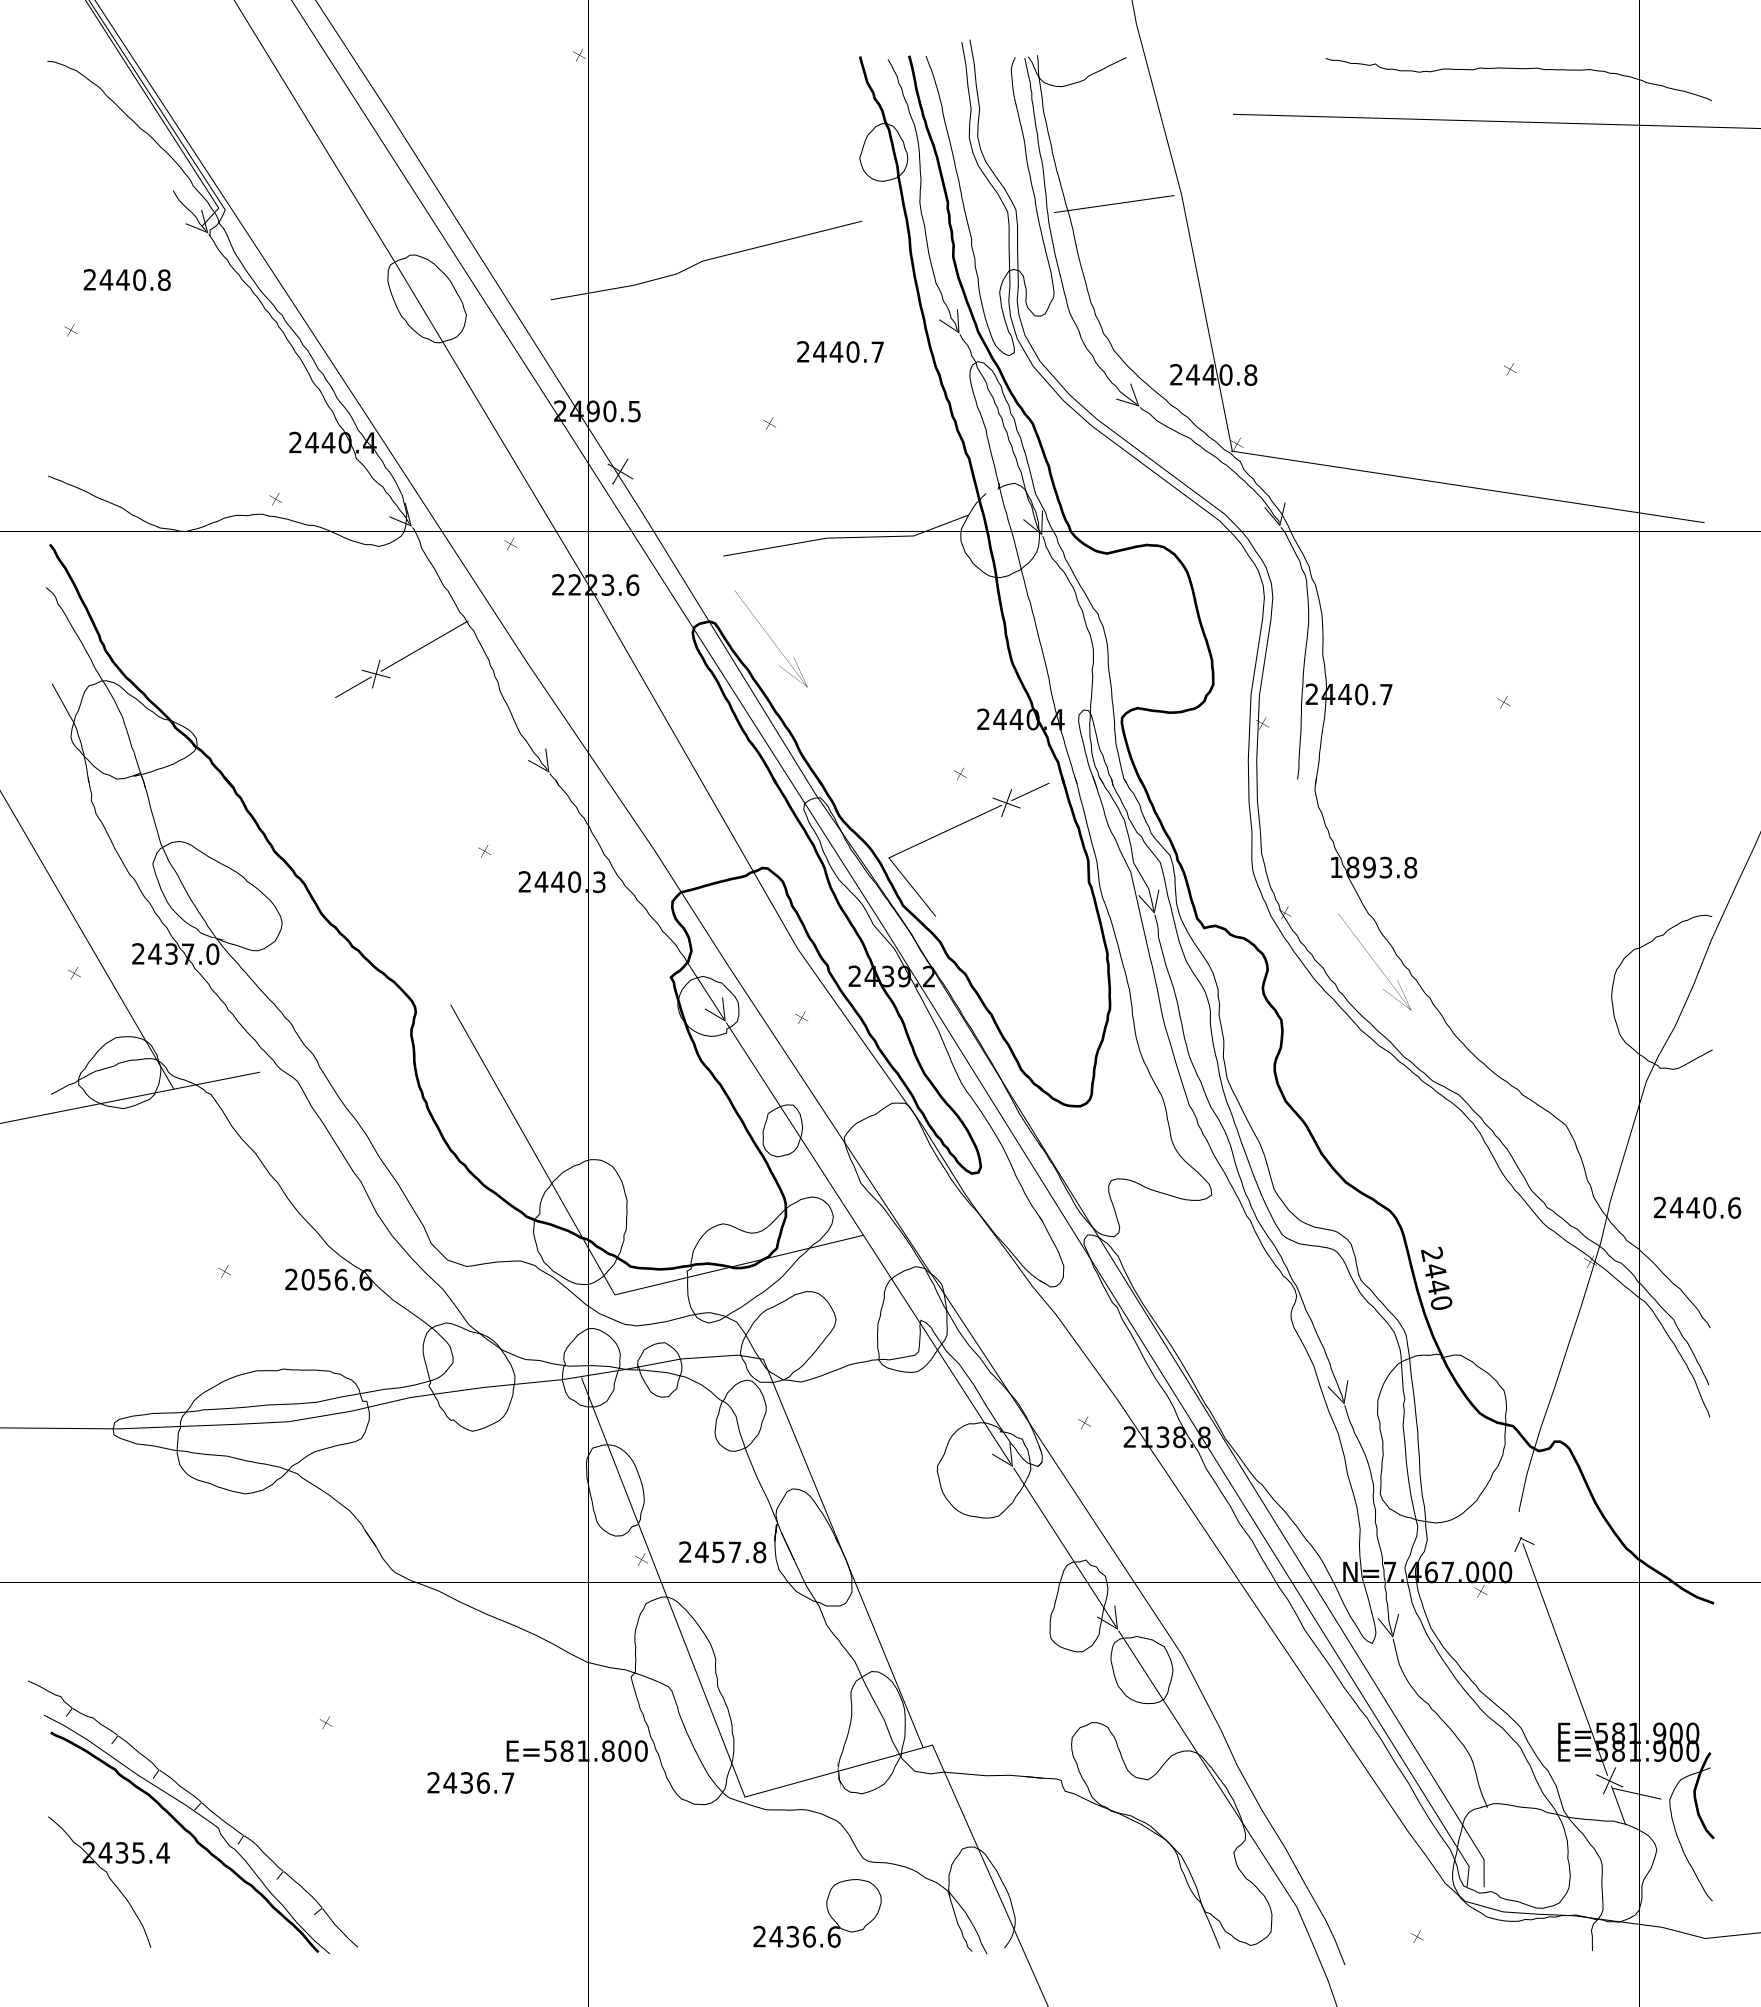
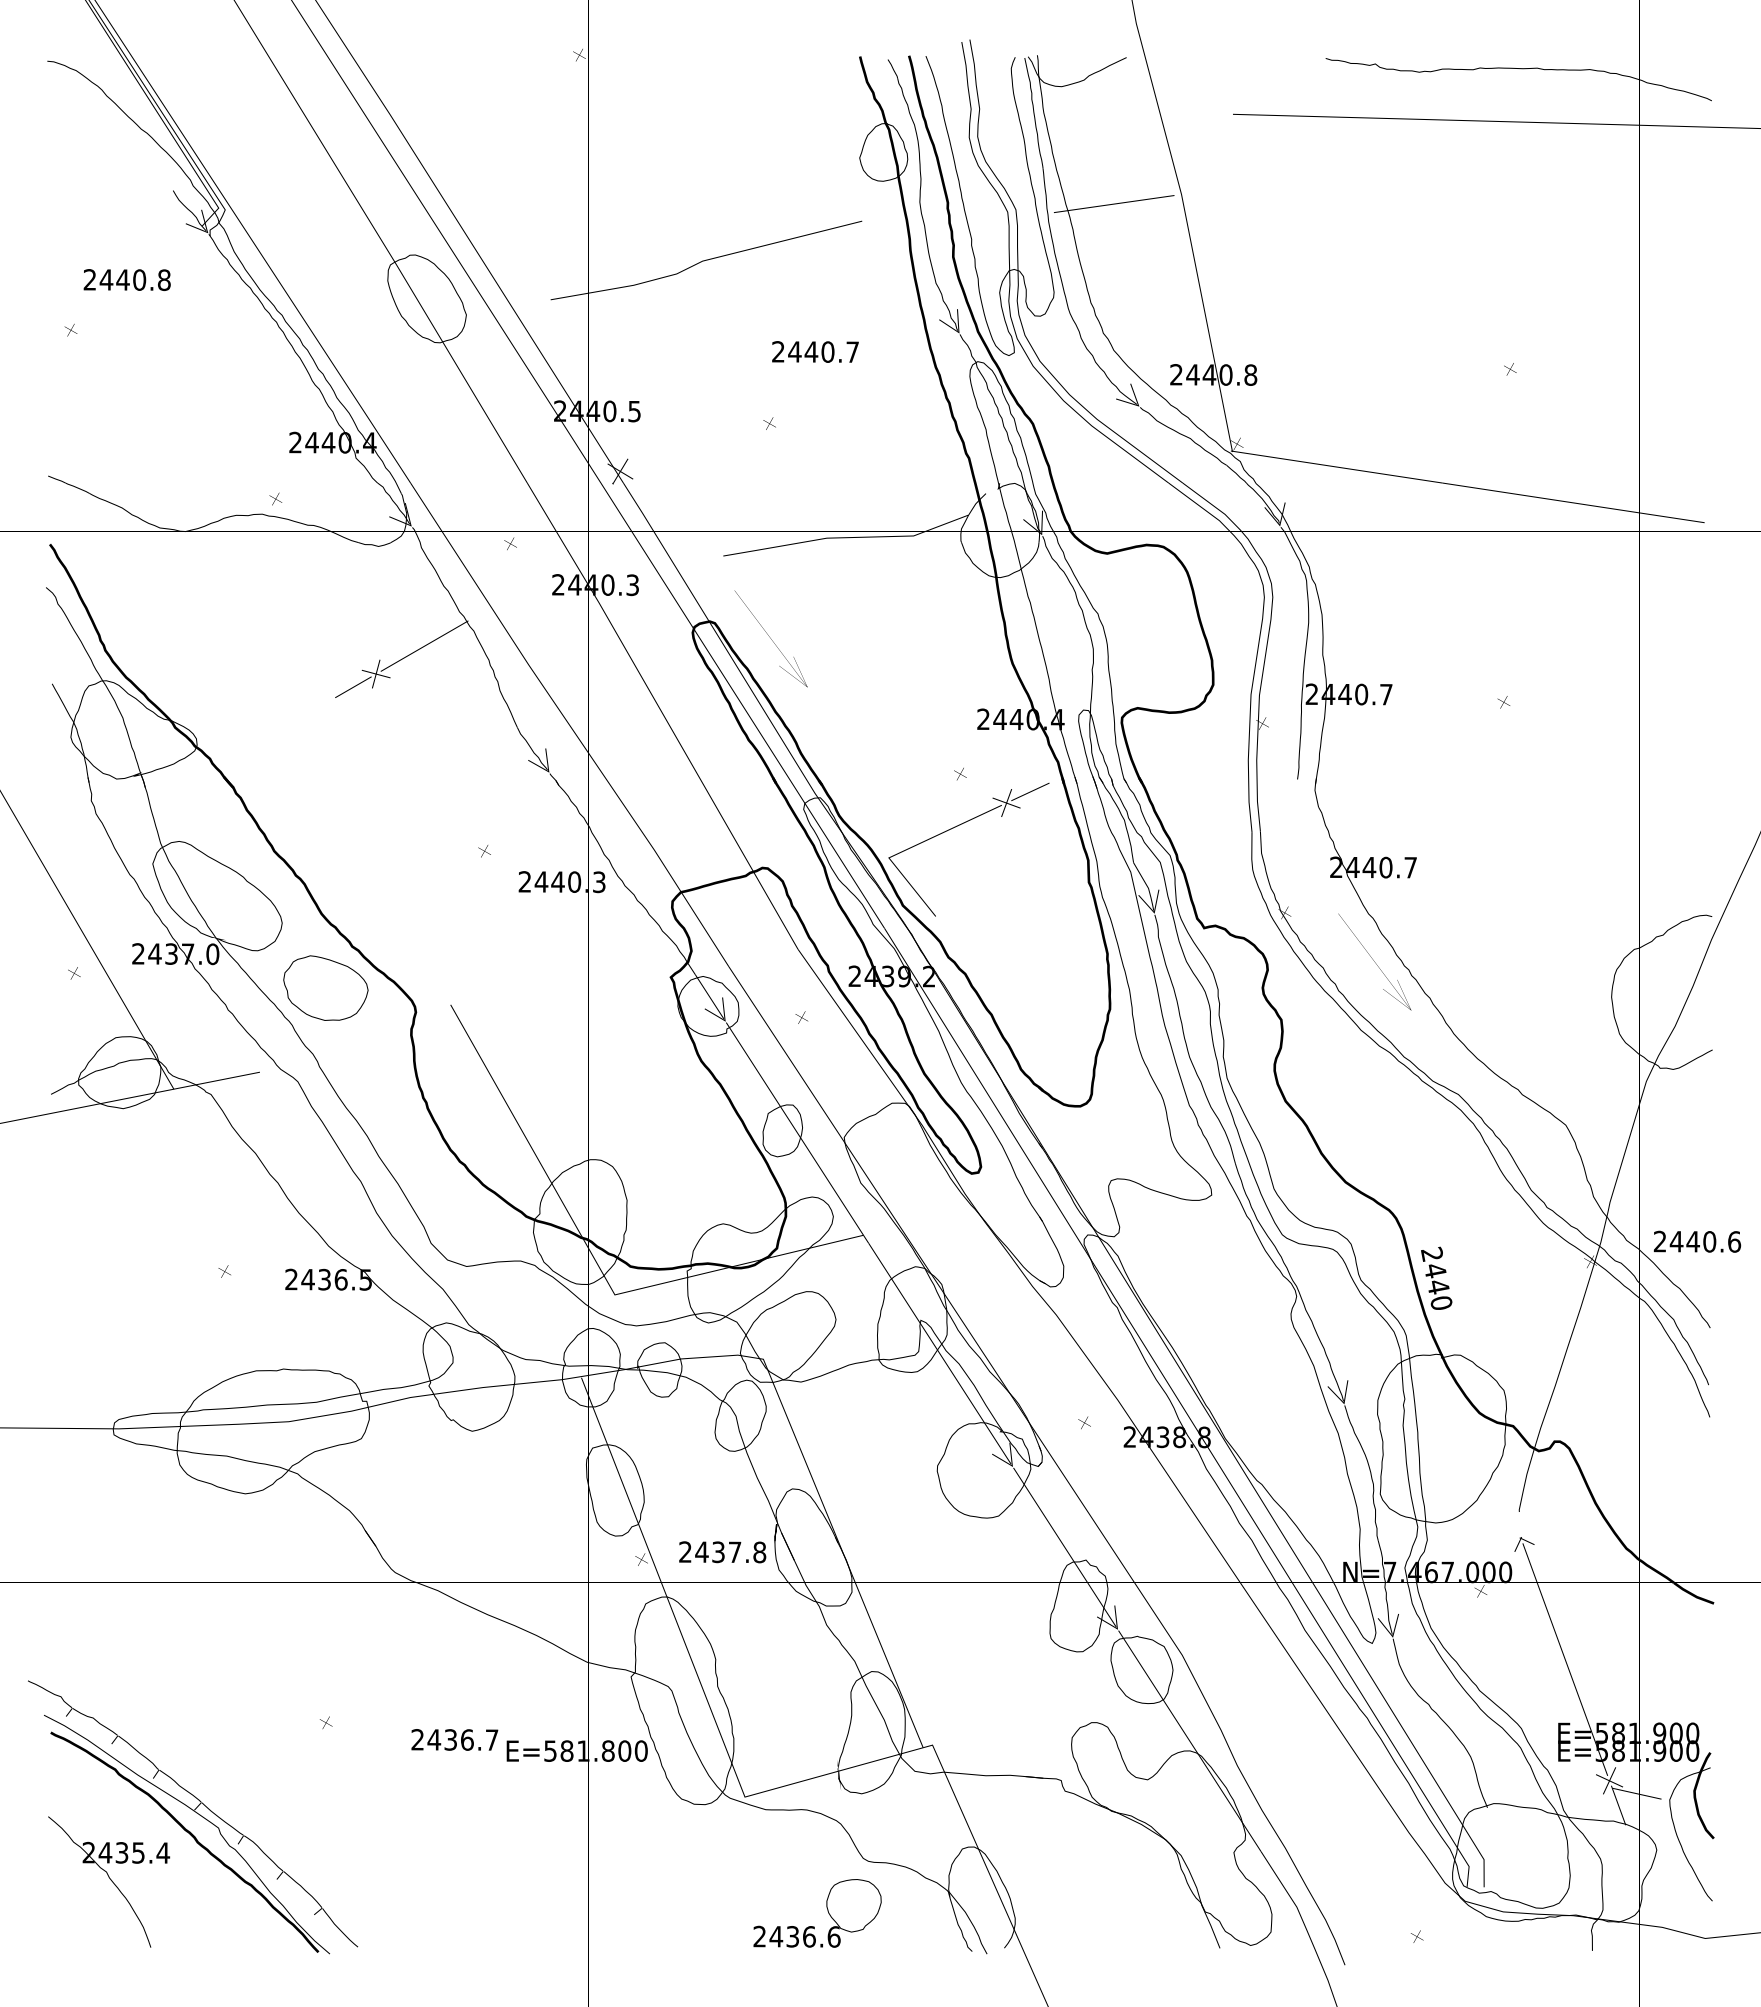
text at (840, 351) position: (840, 351) -> (815, 351)
text at (593, 411): 2490.5 -> 2440.5
text at (603, 585): 2223.6 -> 2440.3
text at (1373, 867): 1893.8 -> 2440.7
part at (325, 987): none -> present
text at (1697, 1207) position: (1697, 1207) -> (1697, 1241)
text at (336, 1279): 2056.6 -> 2436.5
text at (1146, 1436): 2138.8 -> 2438.8
text at (718, 1551): 2457.8 -> 2437.8
text at (470, 1782) position: (470, 1782) -> (454, 1739)
